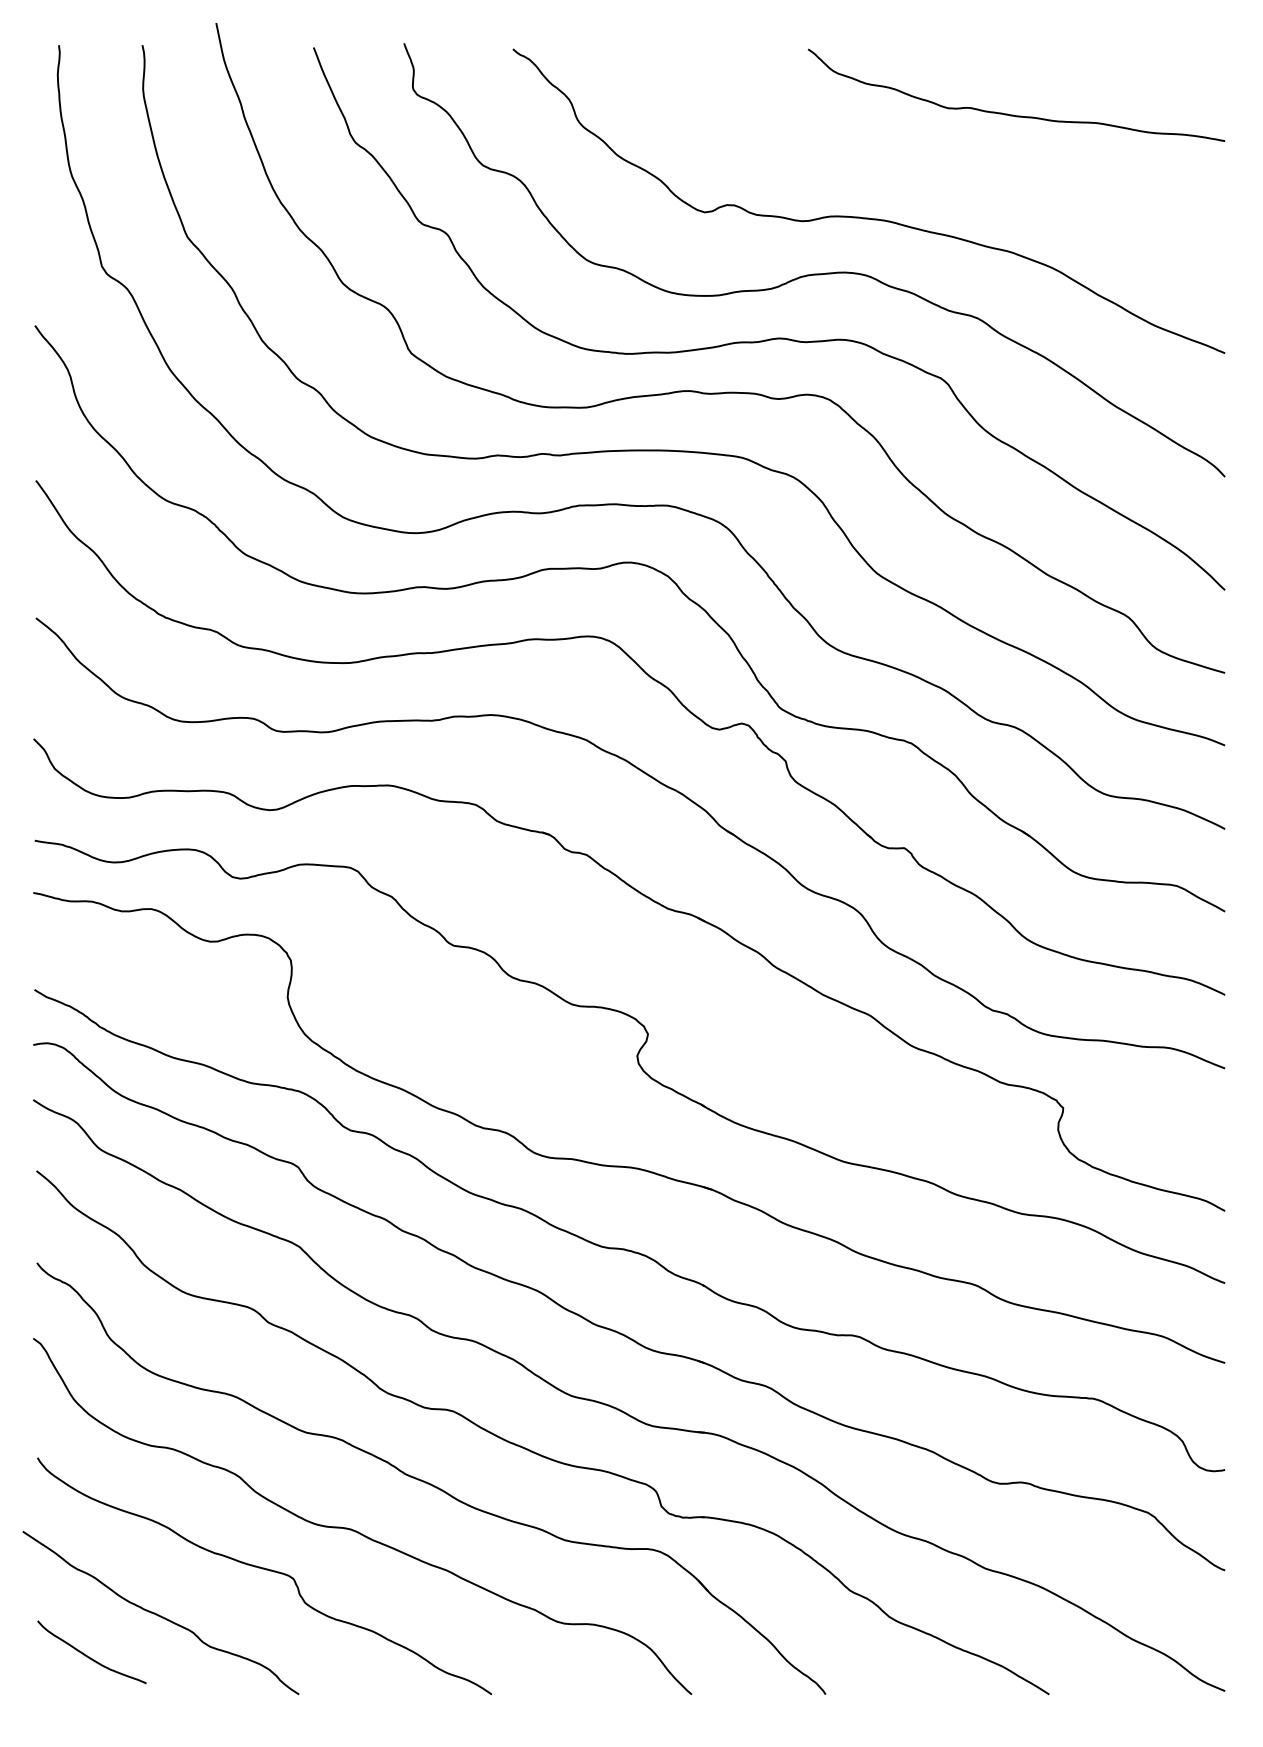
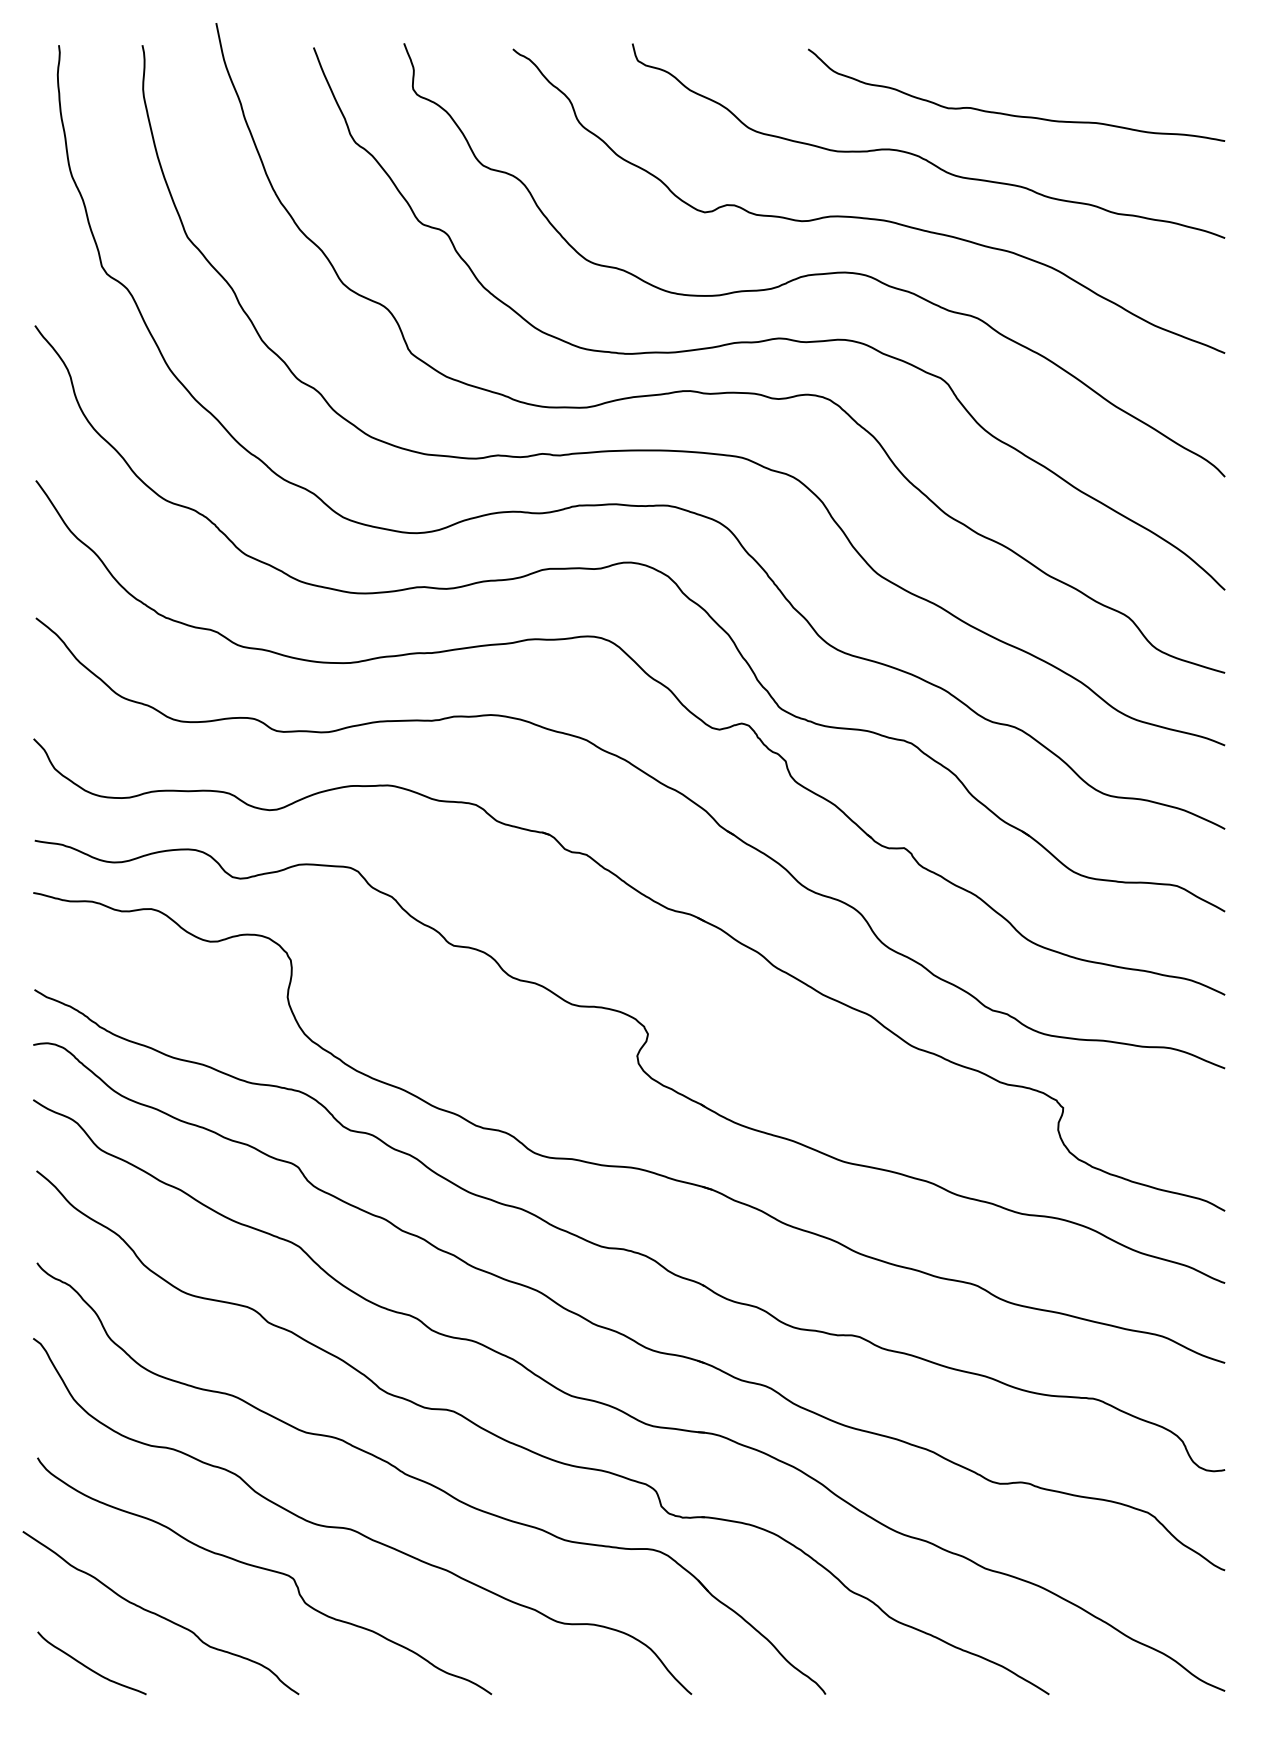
curve at (921, 156): none -> present
curve at (89, 1656) position: (89, 1656) -> (89, 1667)
